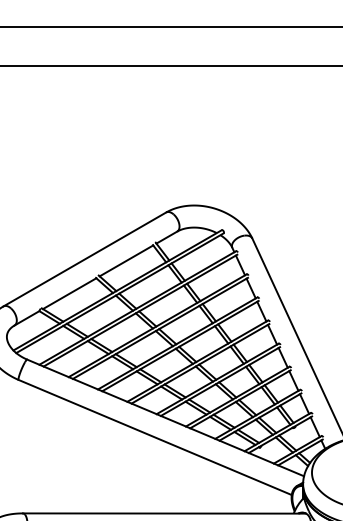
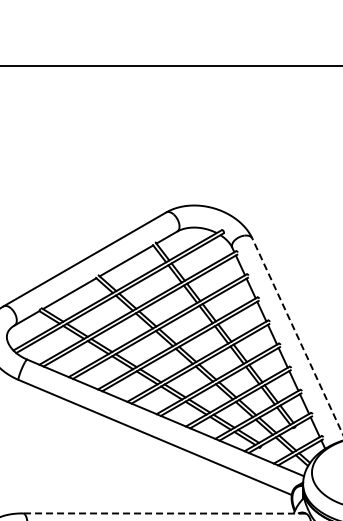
line at (170, 27): present -> none
line at (297, 336): solid -> dashed
line at (164, 513): solid -> dashed
